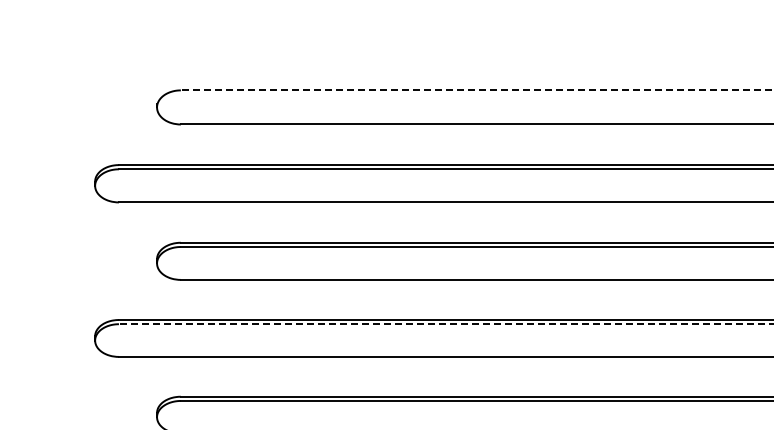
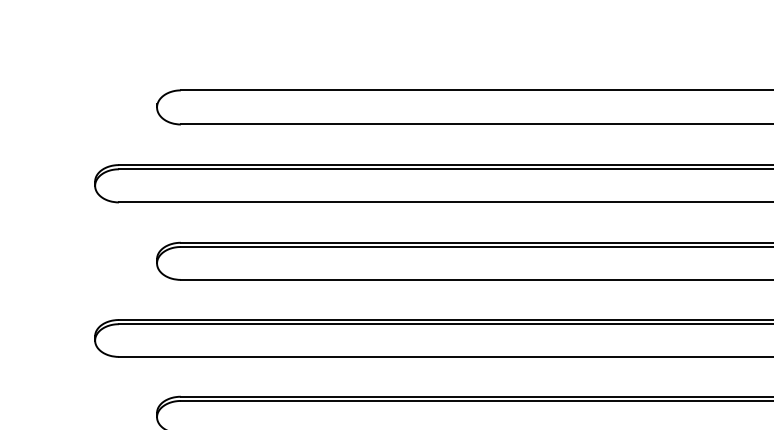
line at (476, 90): dashed -> solid
line at (445, 324): dashed -> solid
